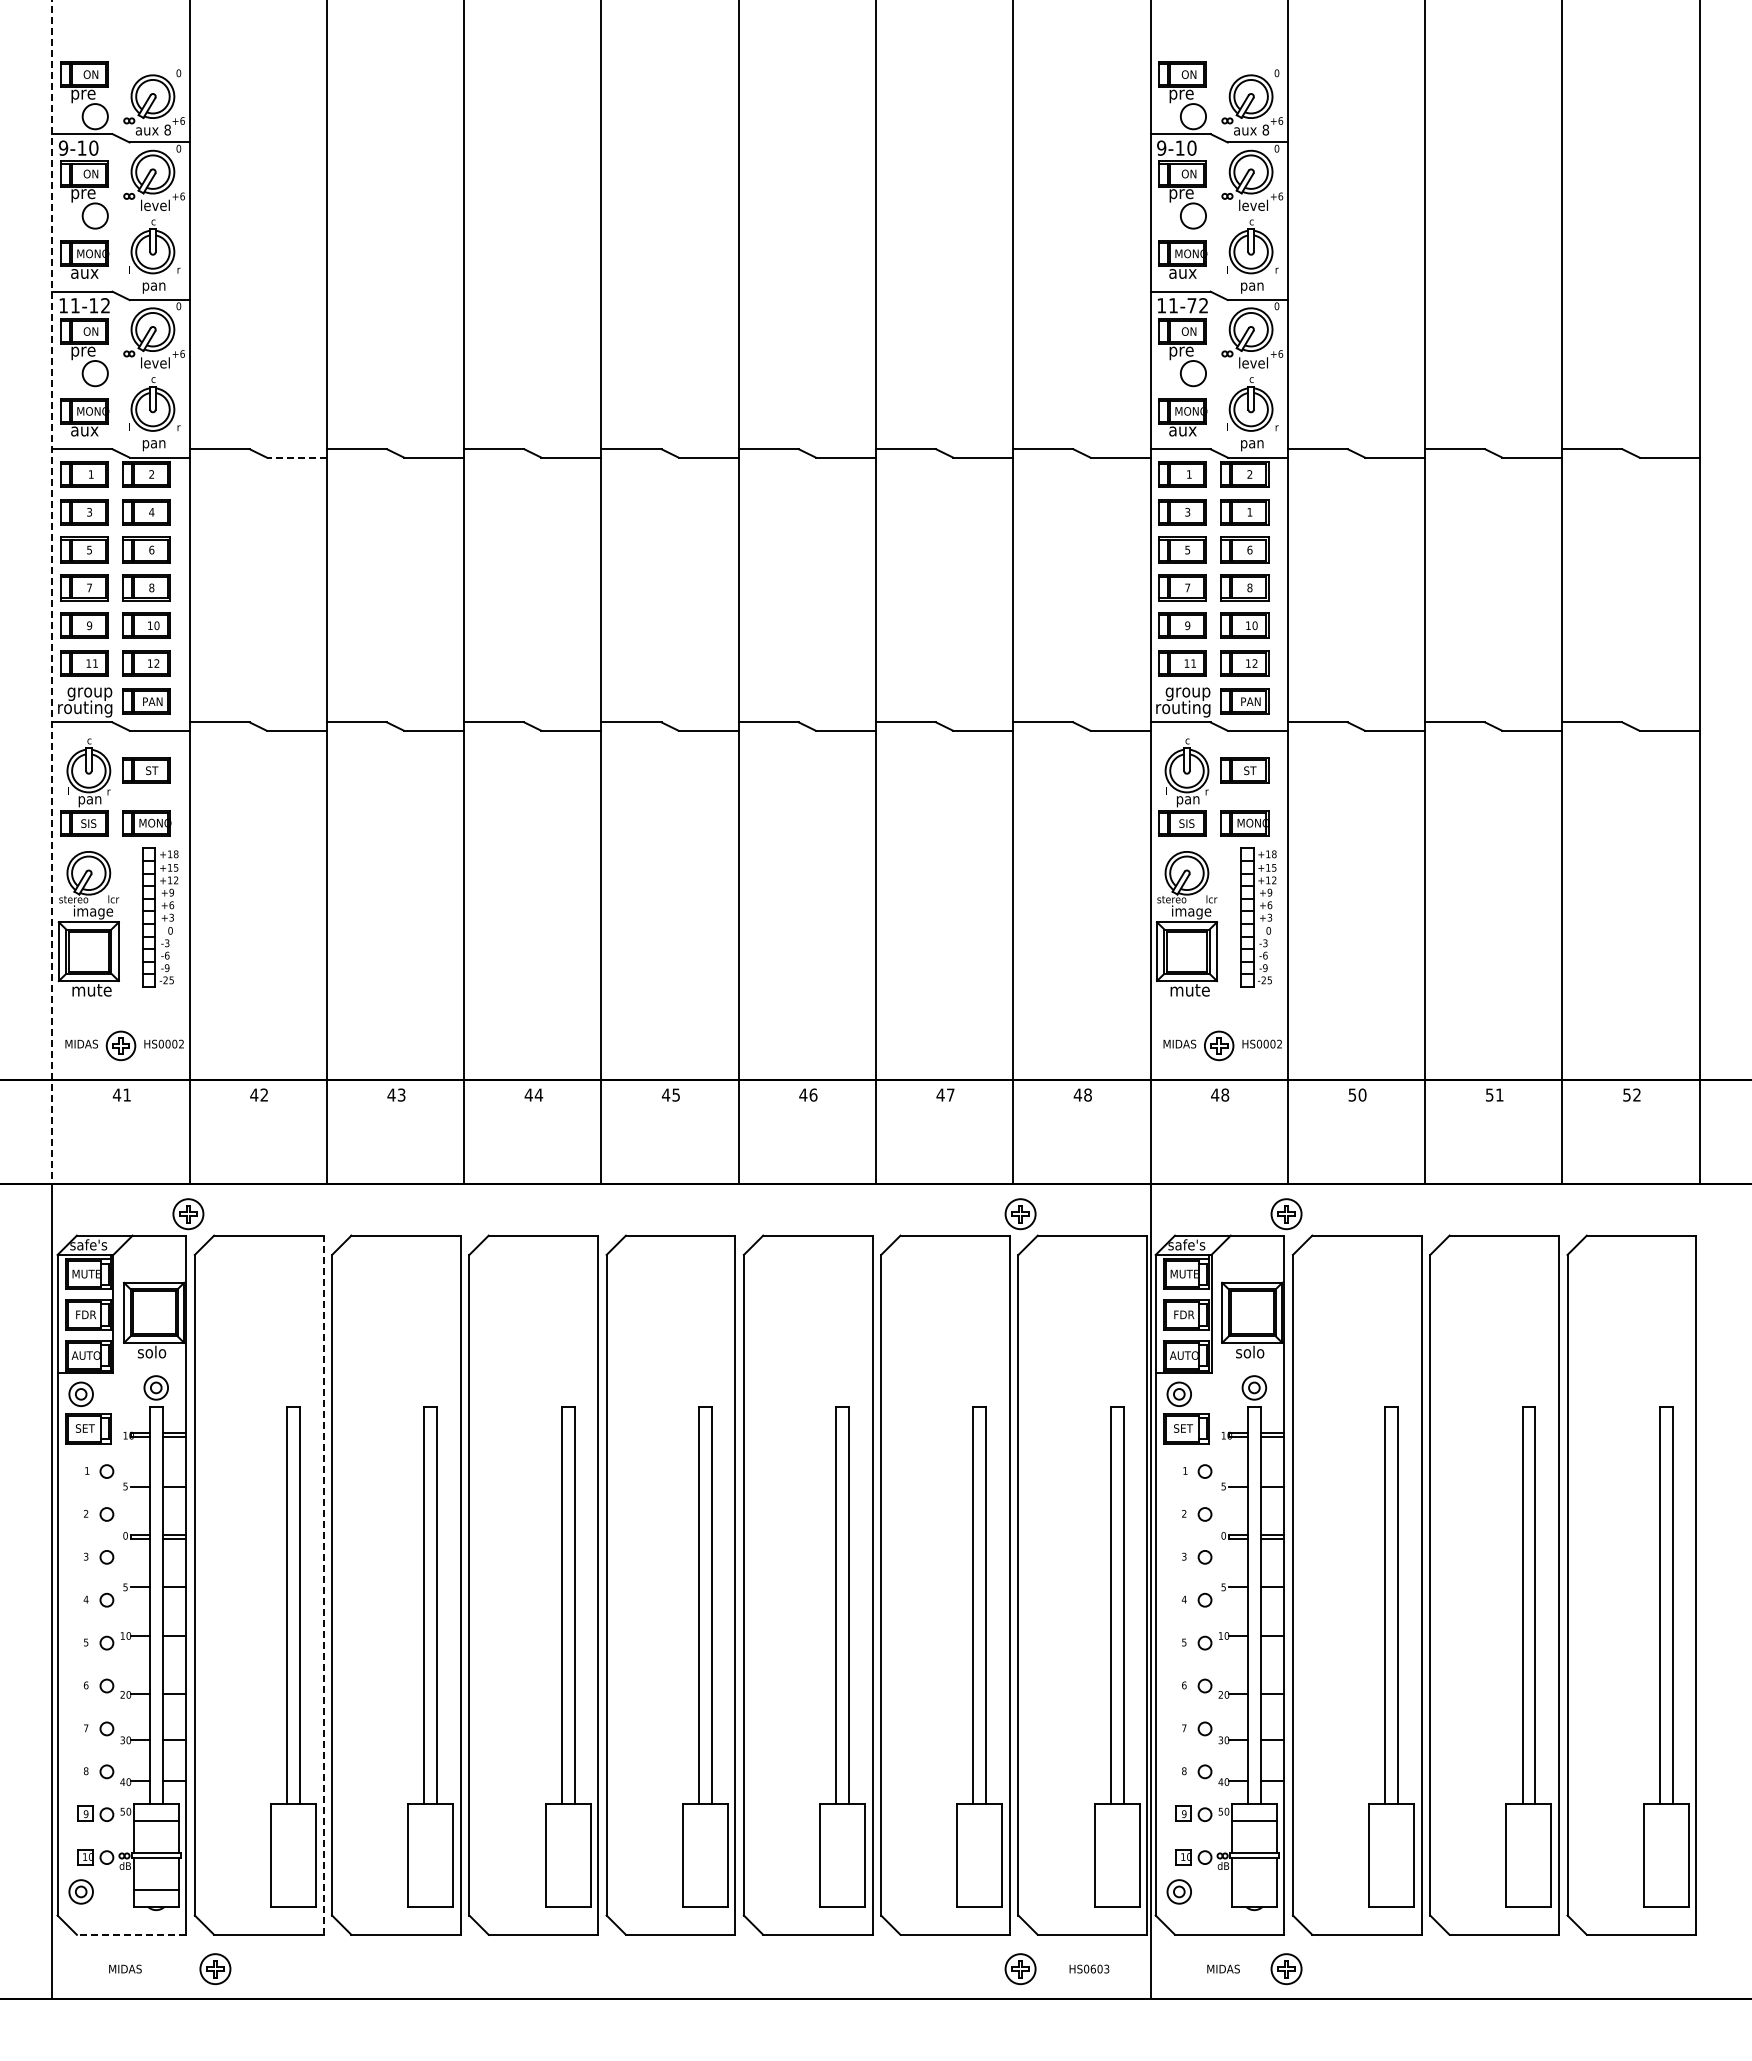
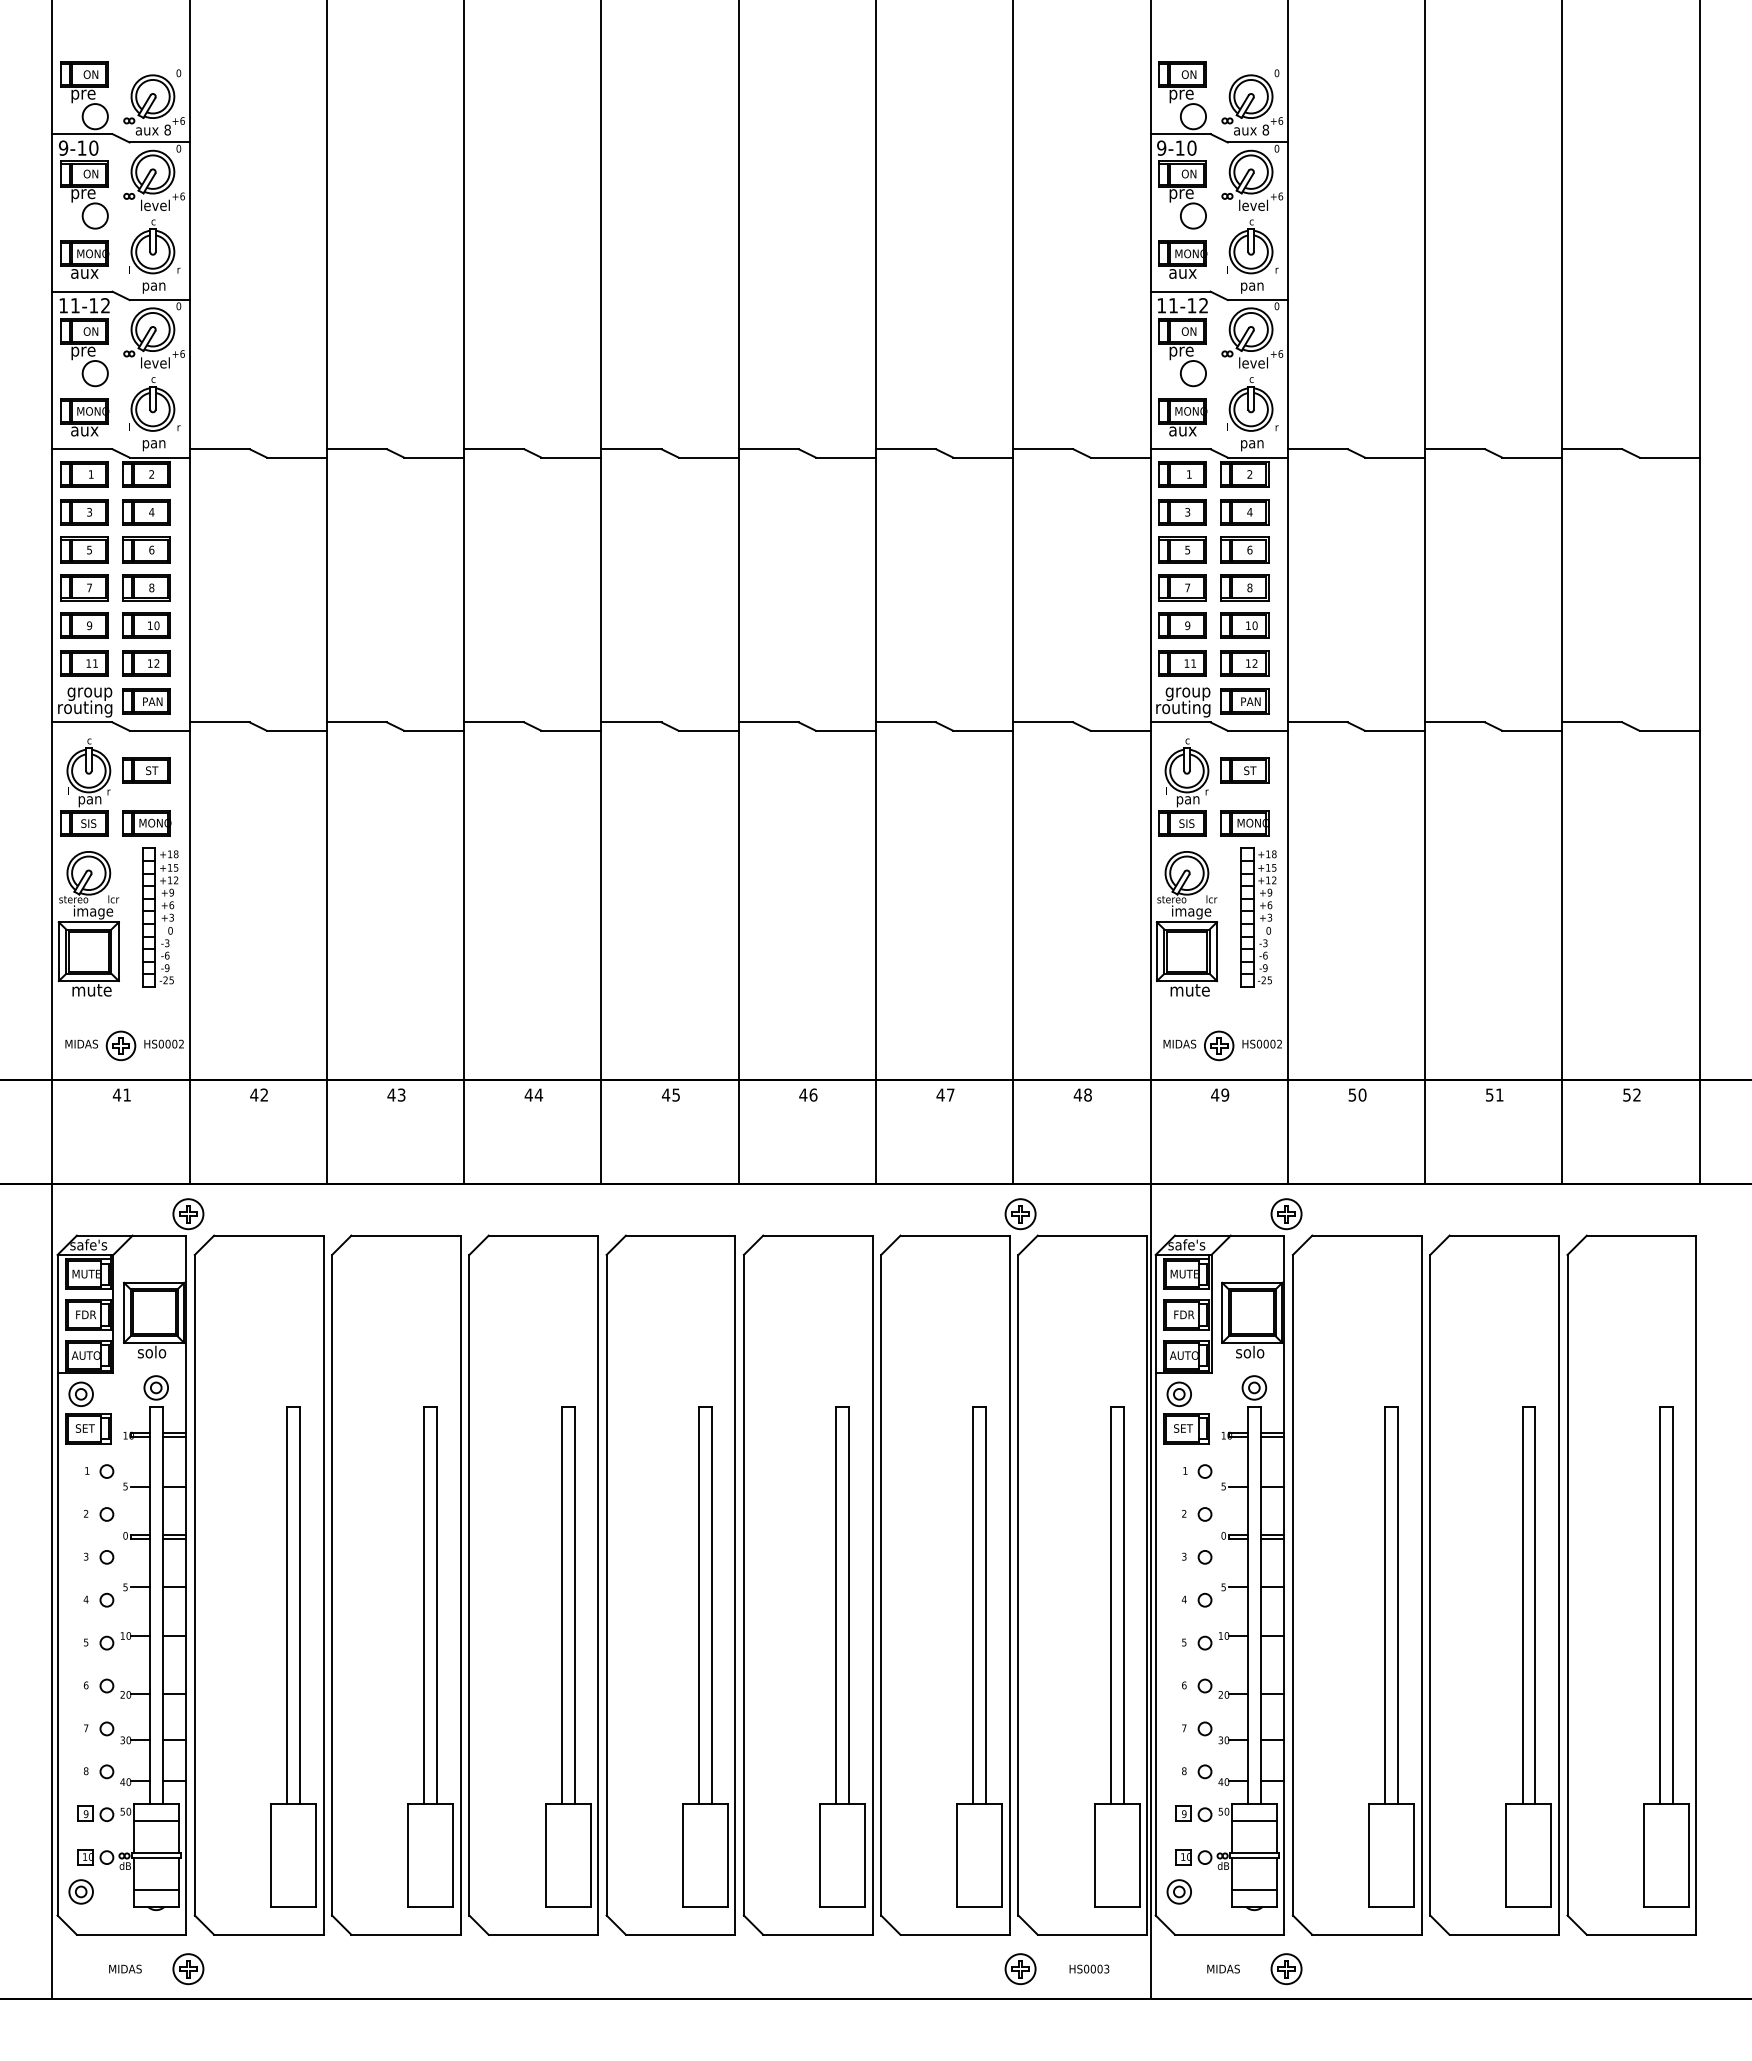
text at (1191, 305): 11-72 -> 11-12
line at (296, 457): dashed -> solid
text at (1249, 512): 1 -> 4
line at (52, 592): dashed -> solid
text at (1225, 1094): 48 -> 49
line at (323, 1585): dashed -> solid
line at (1253, 1889): none -> present
line at (131, 1934): dashed -> solid
text at (1092, 1968): HS0603 -> HS0003
part at (215, 1969) position: (215, 1969) -> (188, 1969)
